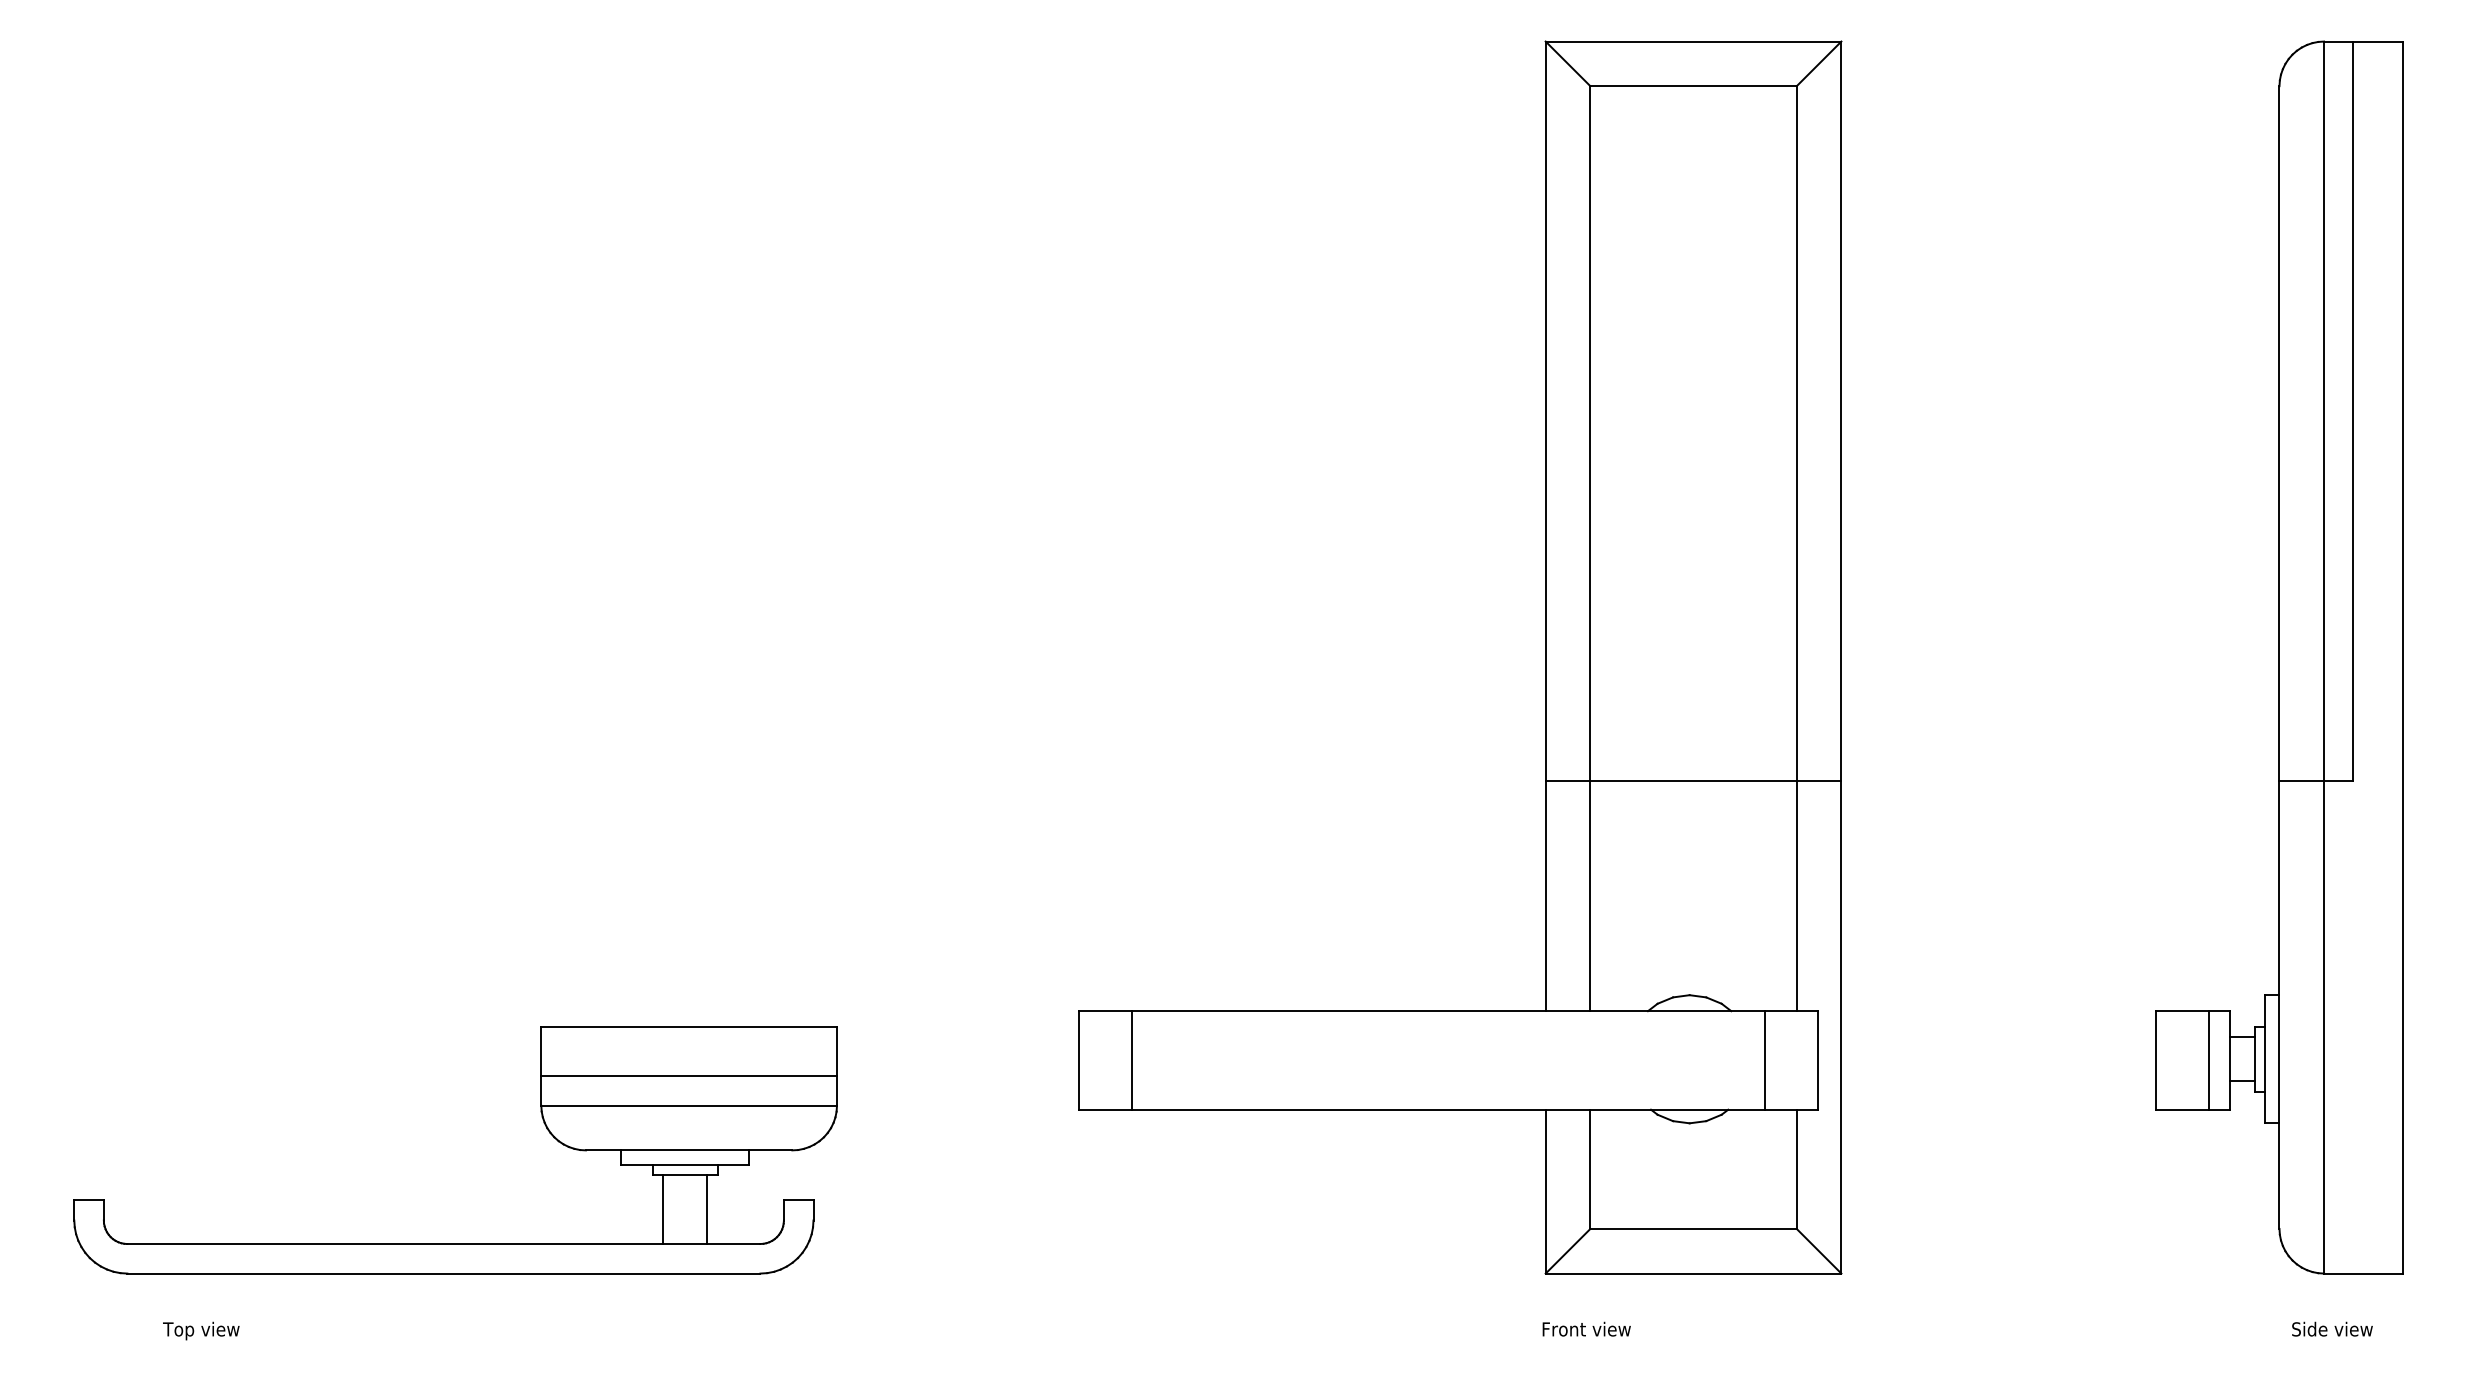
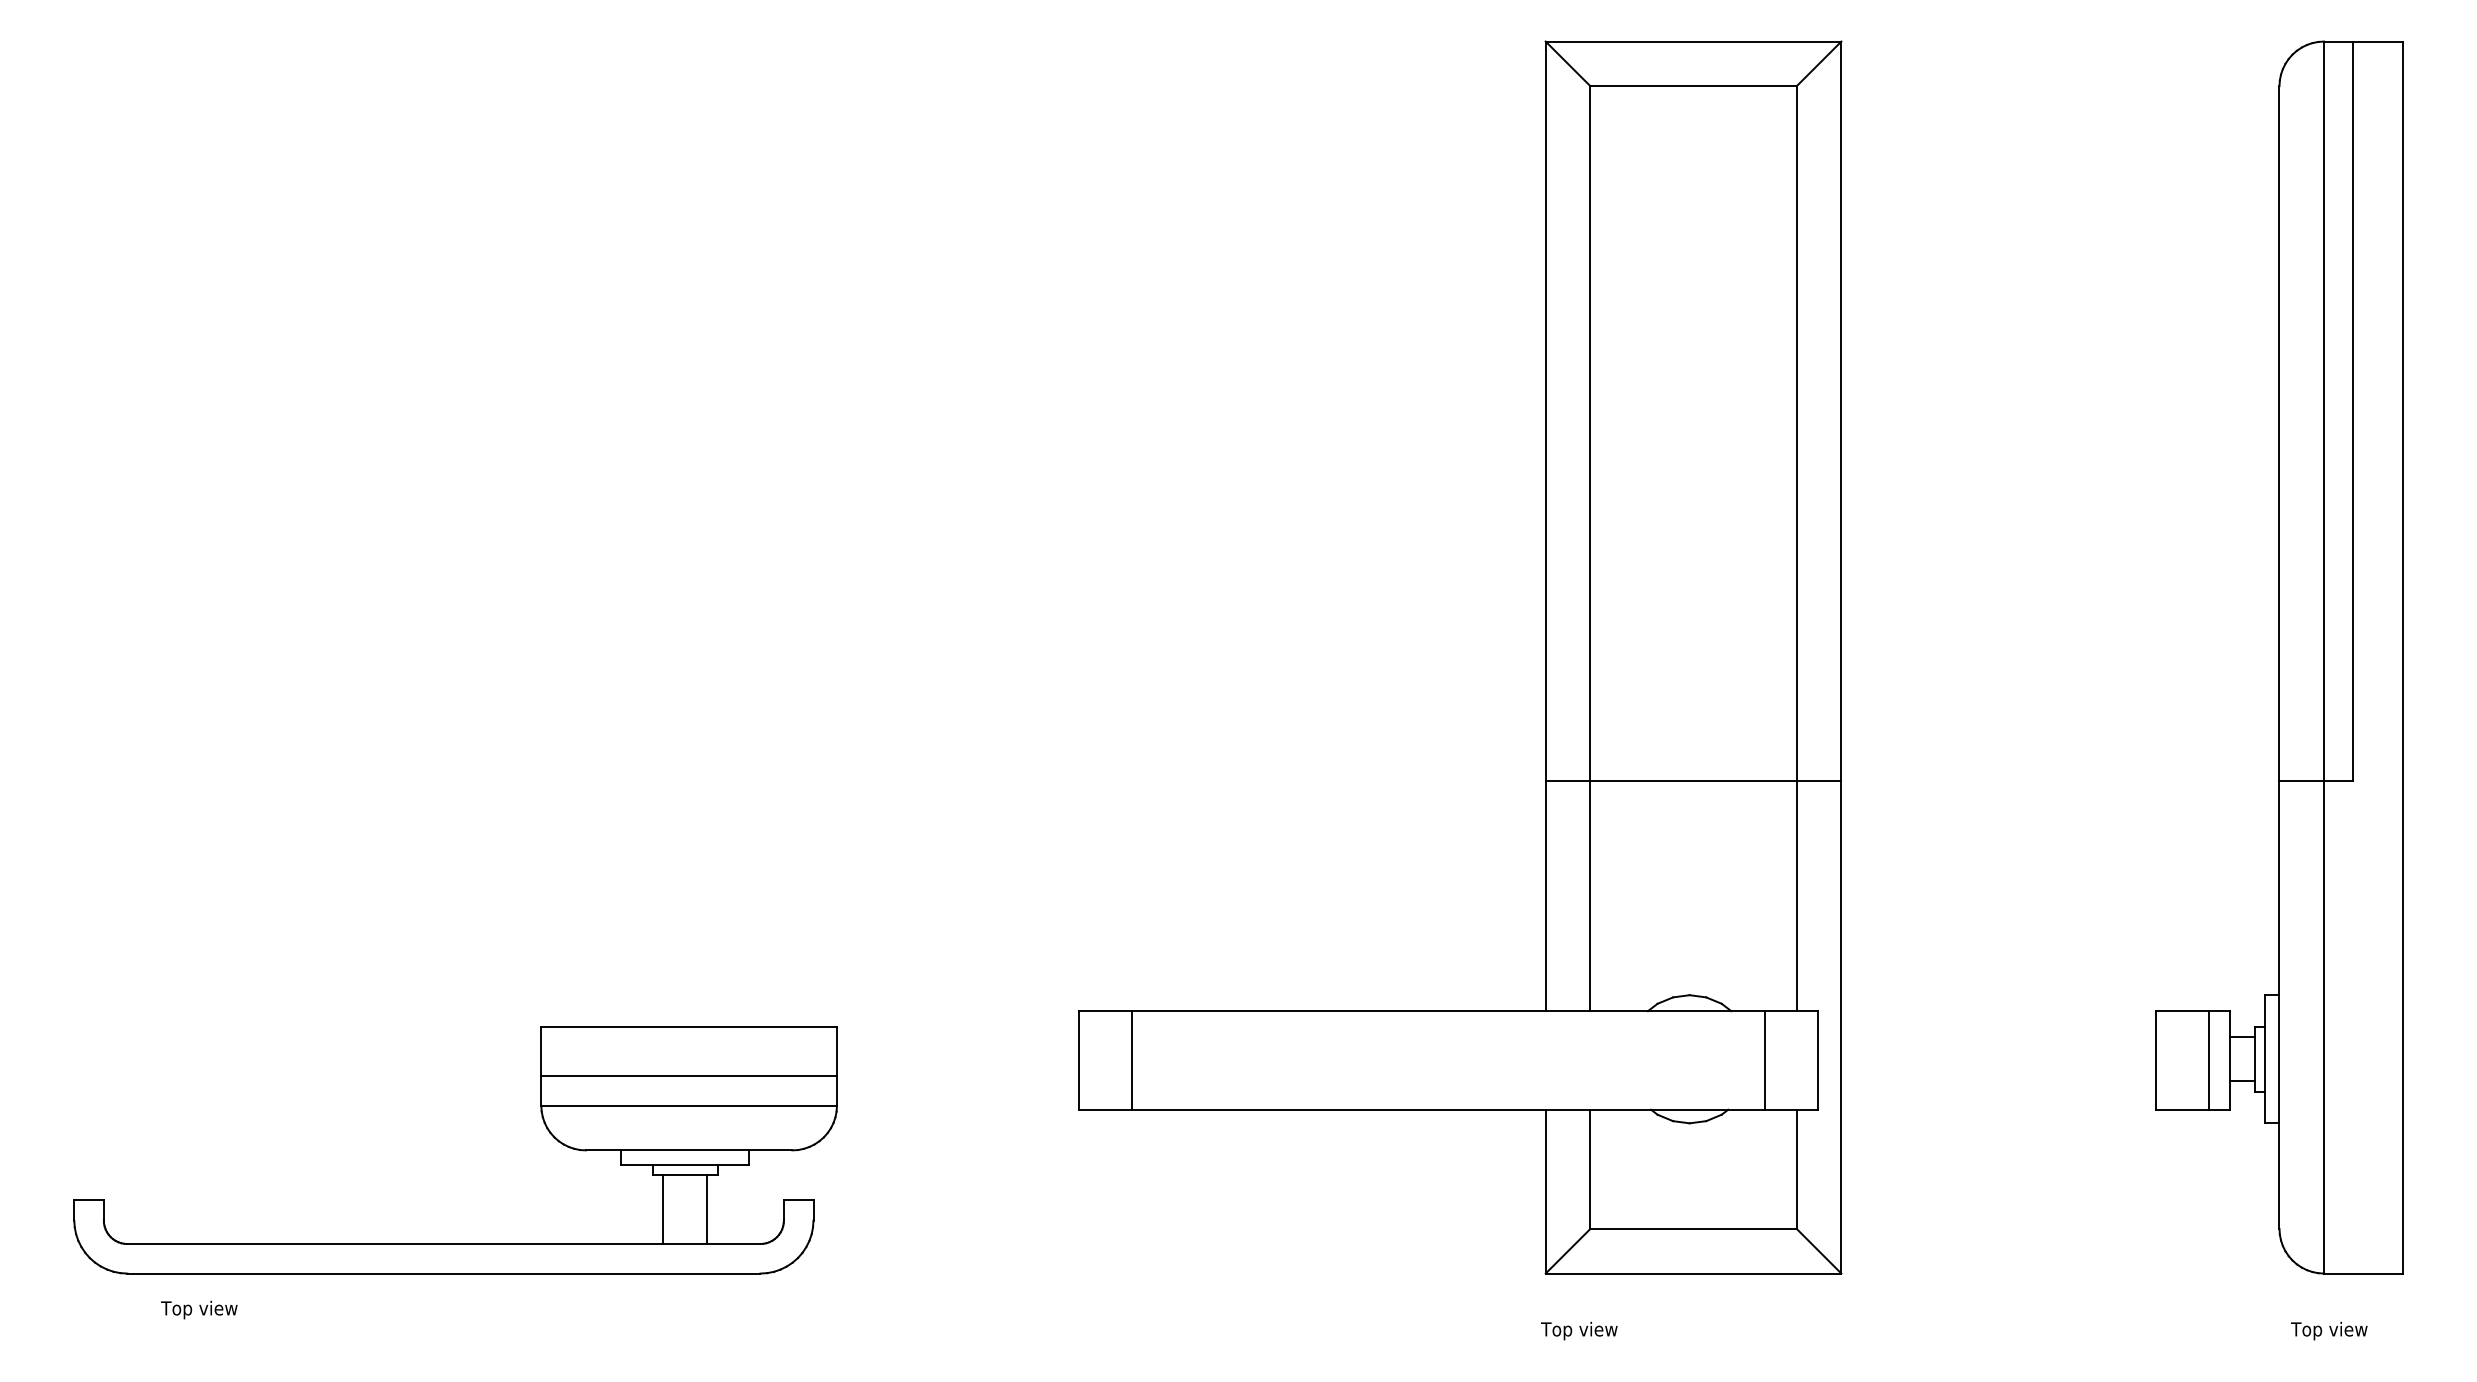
text at (201, 1330) position: (201, 1330) -> (199, 1309)
text at (1585, 1330): Front view -> Top view
text at (2331, 1330): Side view -> Top view
